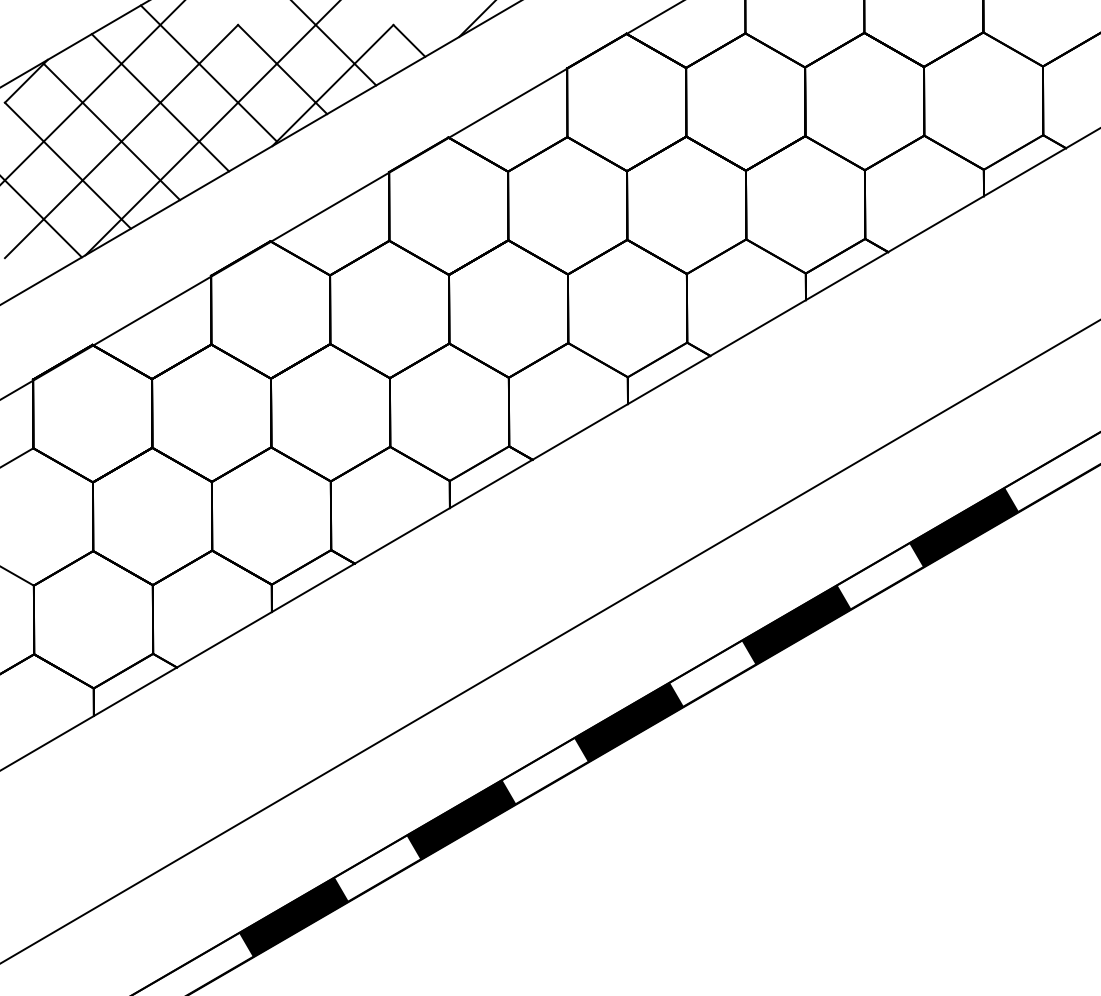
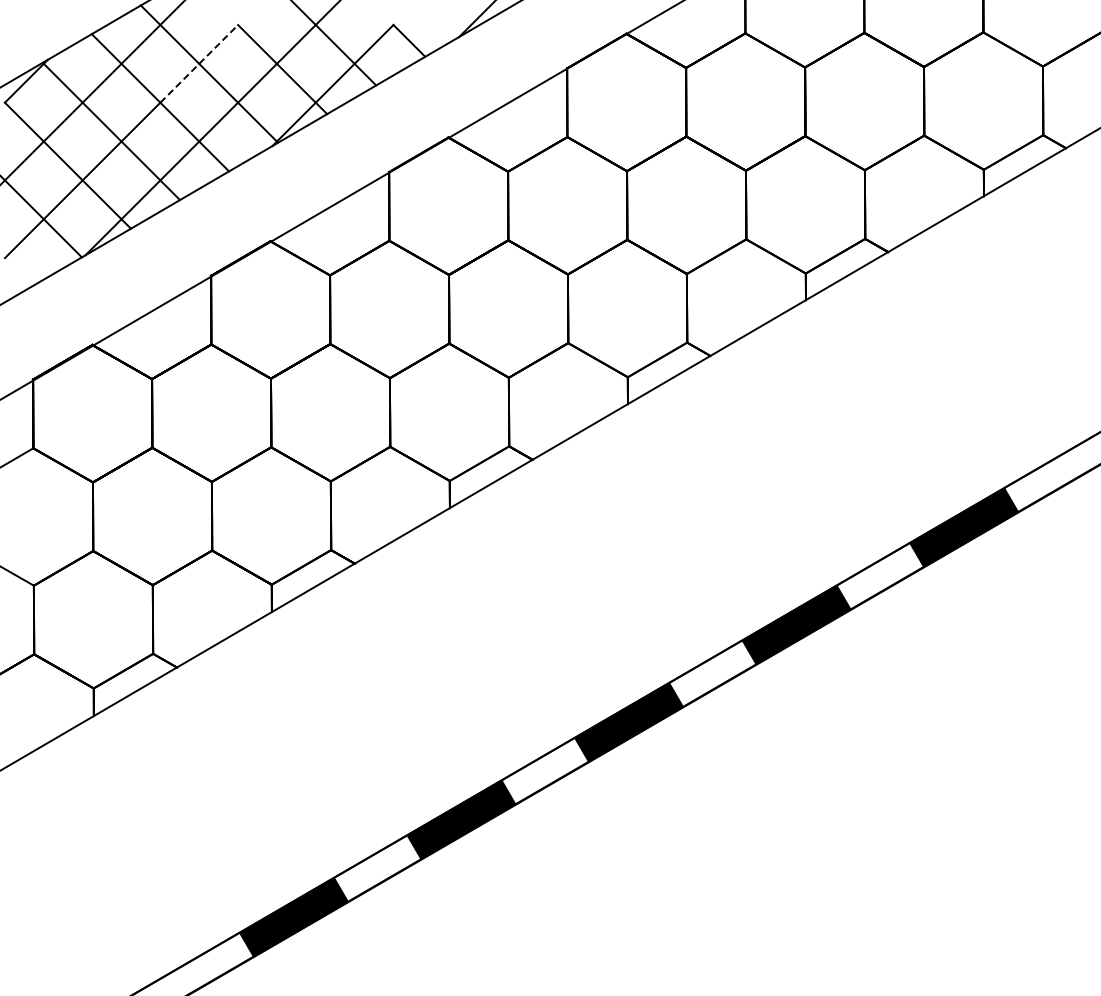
line at (199, 63): solid -> dashed
line at (549, 641): present -> none
